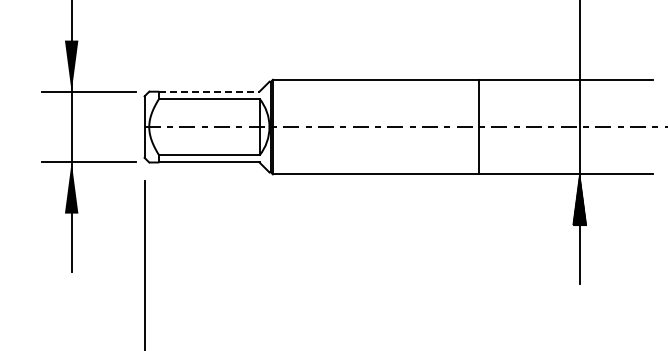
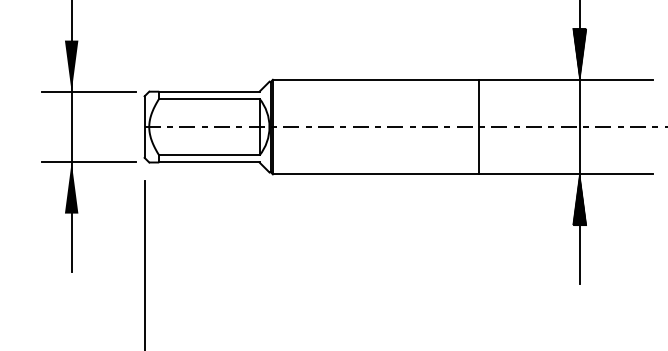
hatch at (579, 53): none -> present
line at (209, 91): dashed -> solid
